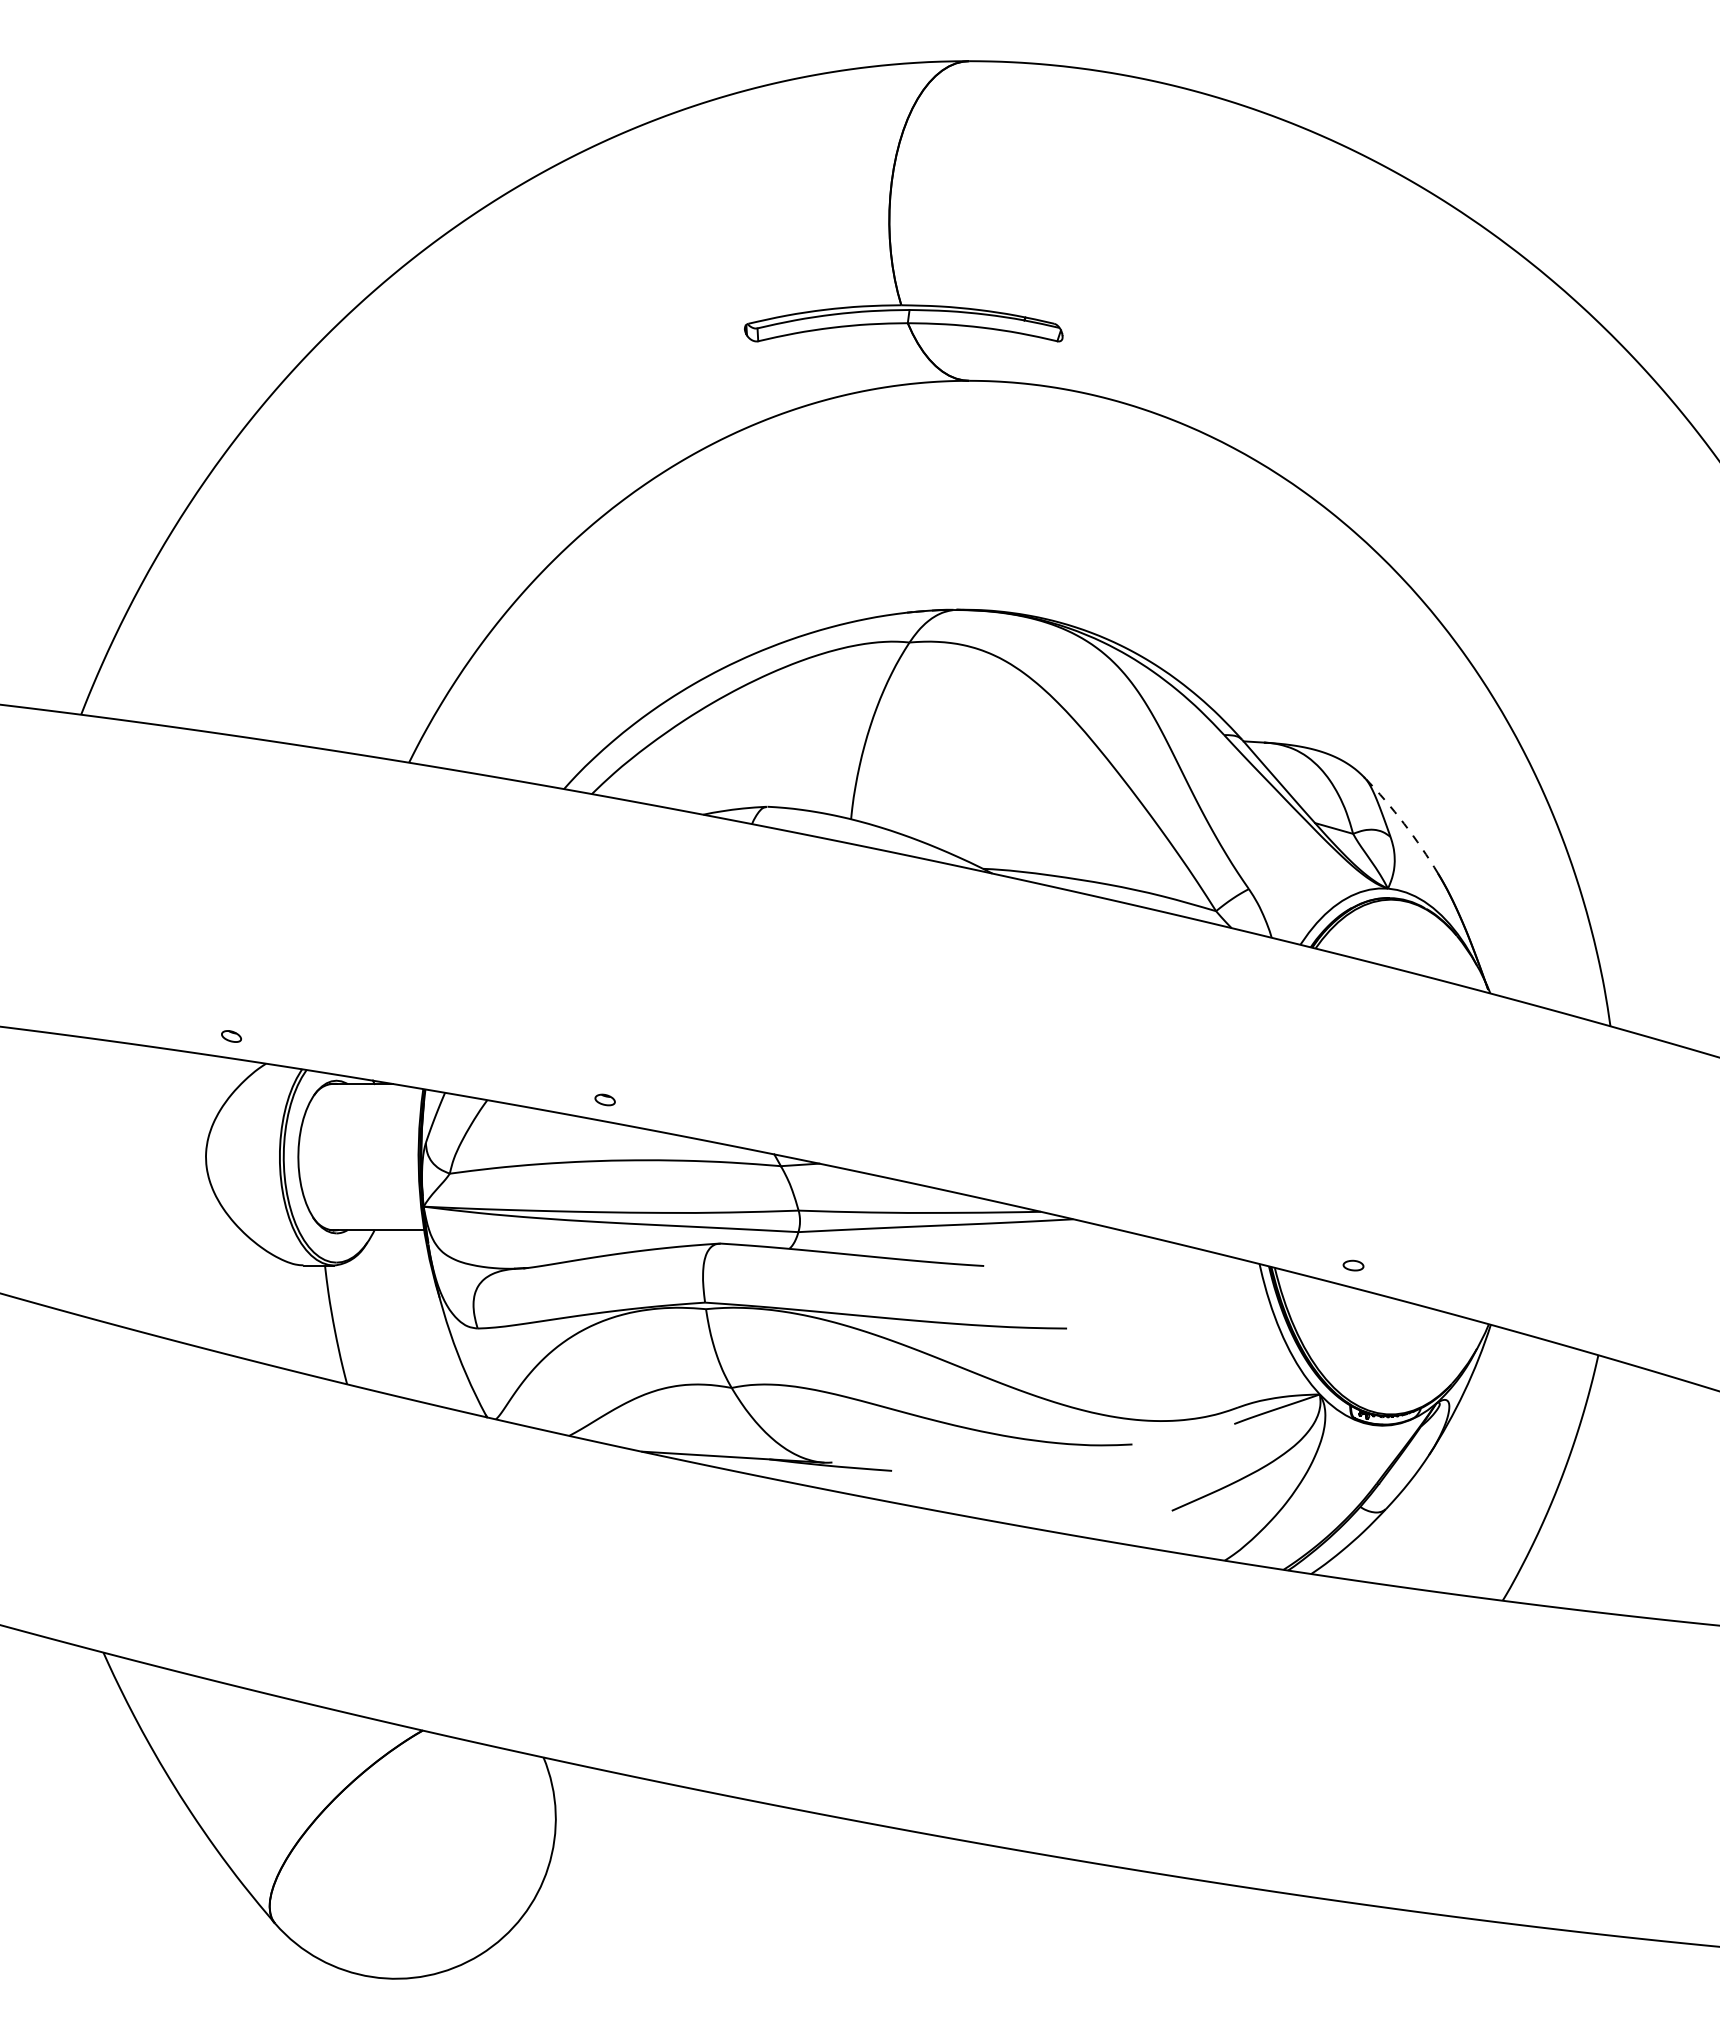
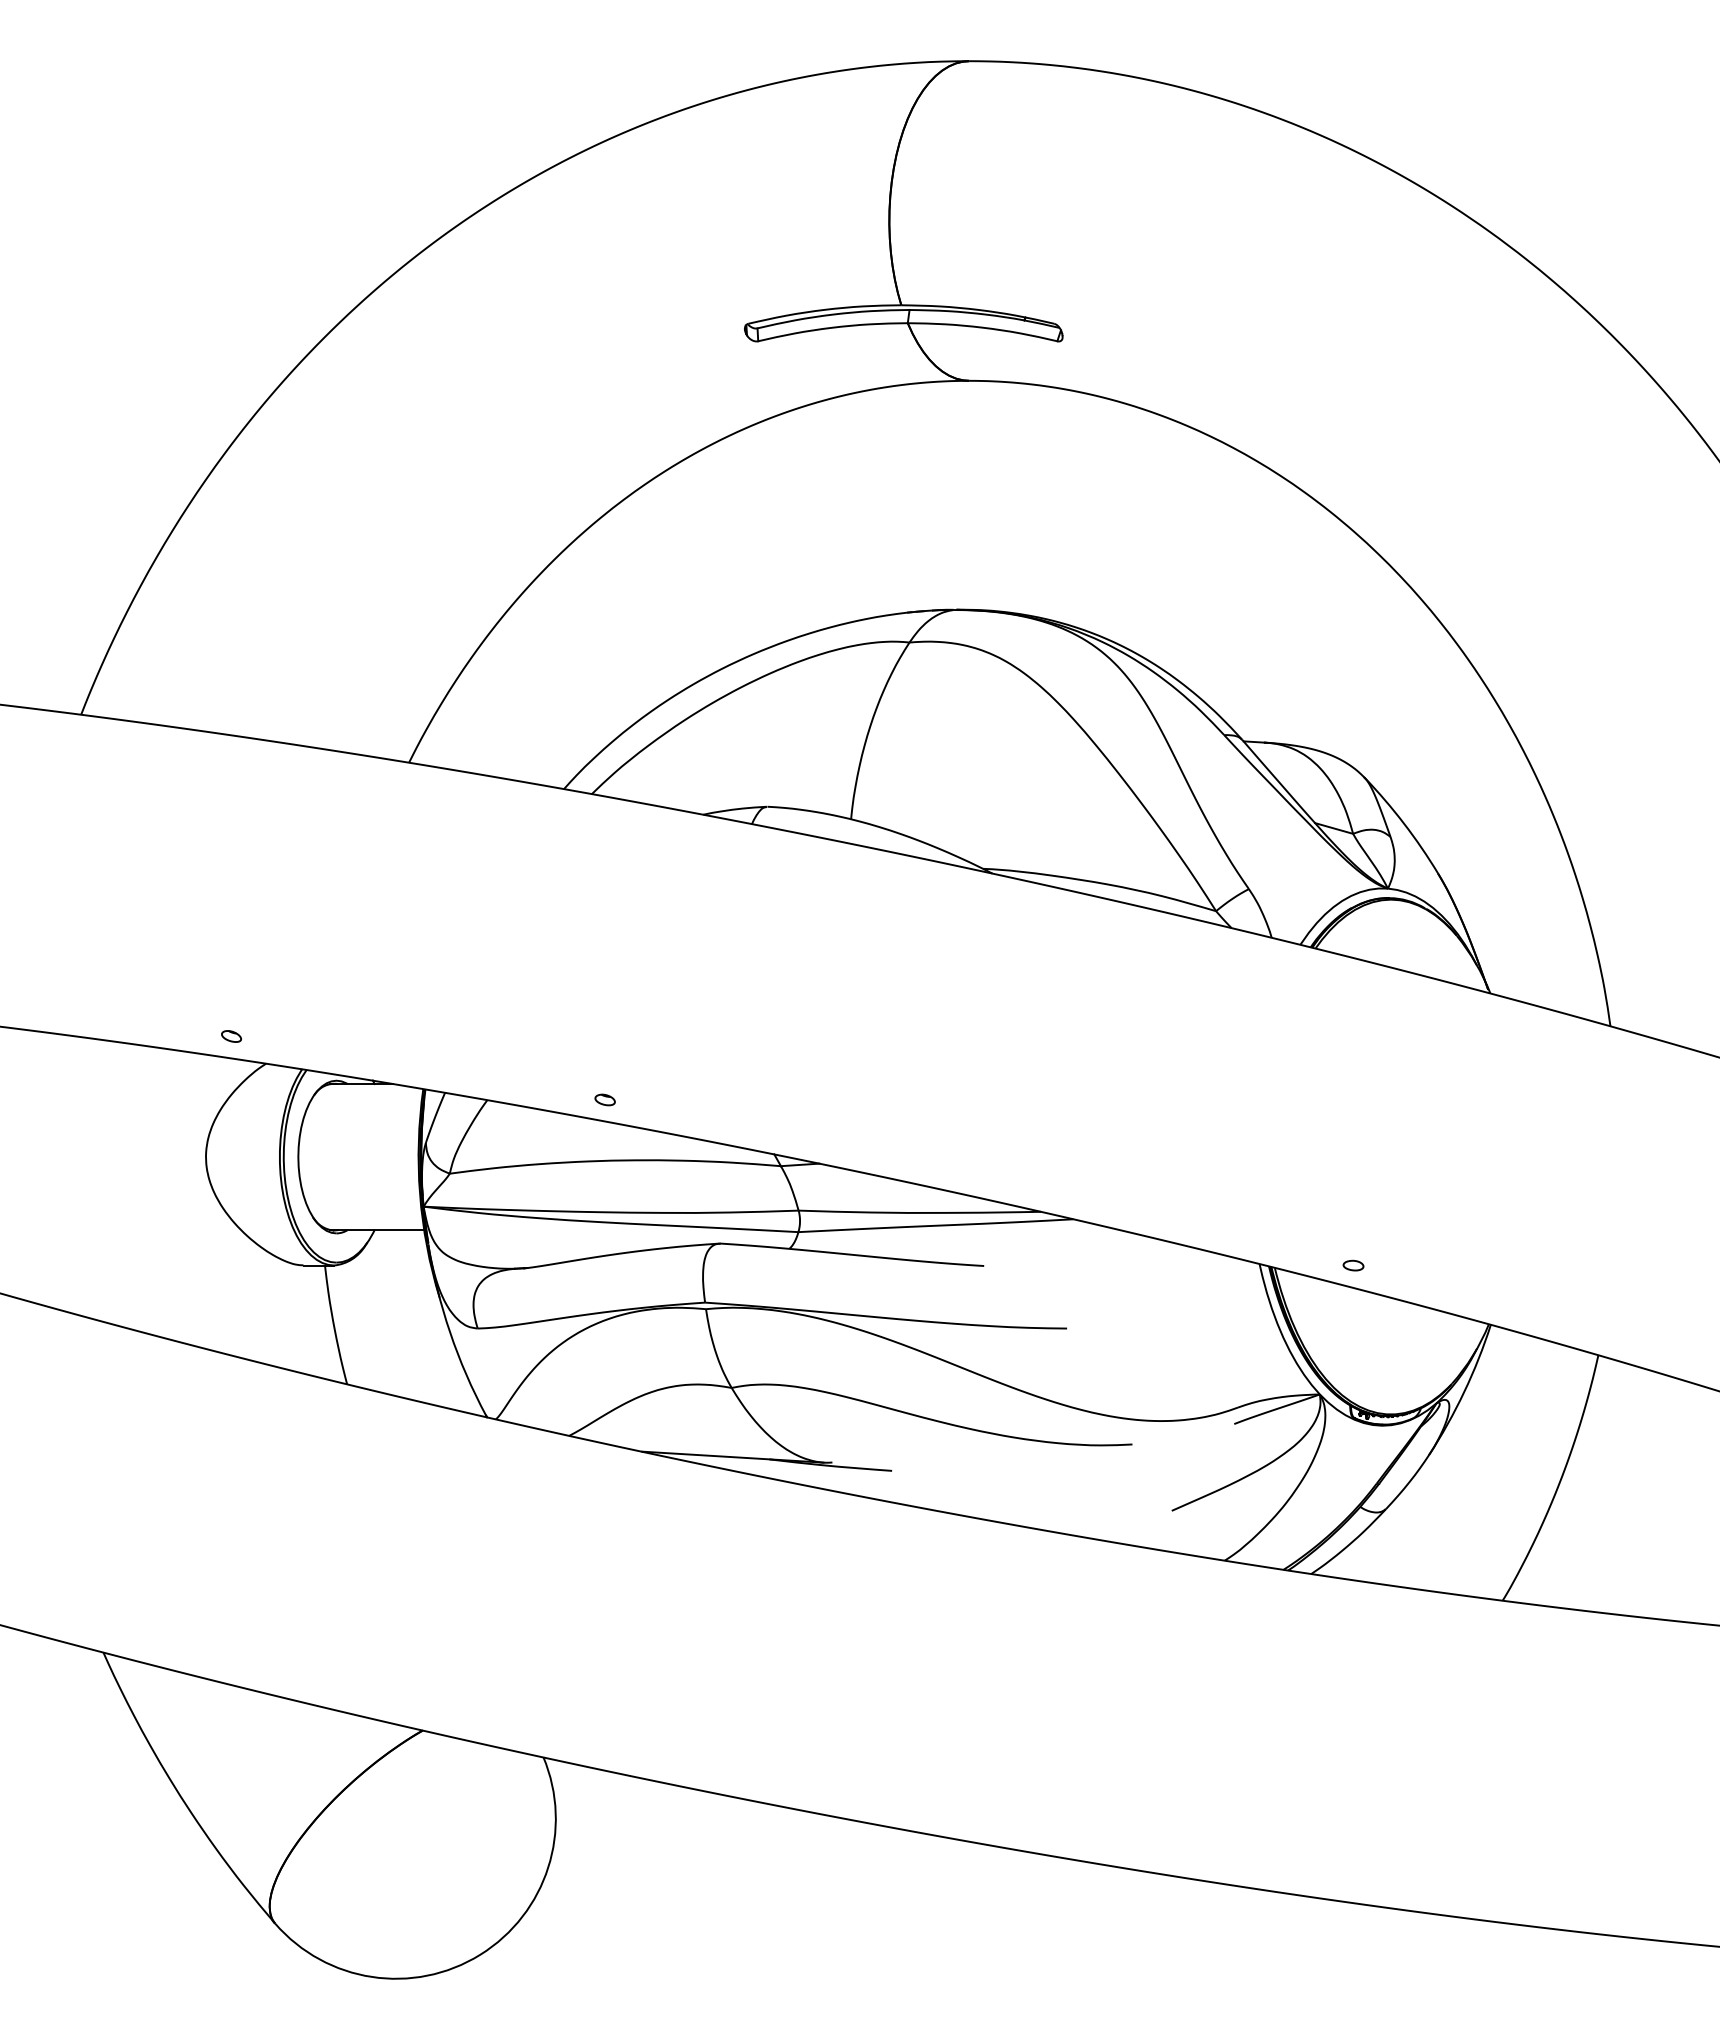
arc at (1404, 823): dashed -> solid
